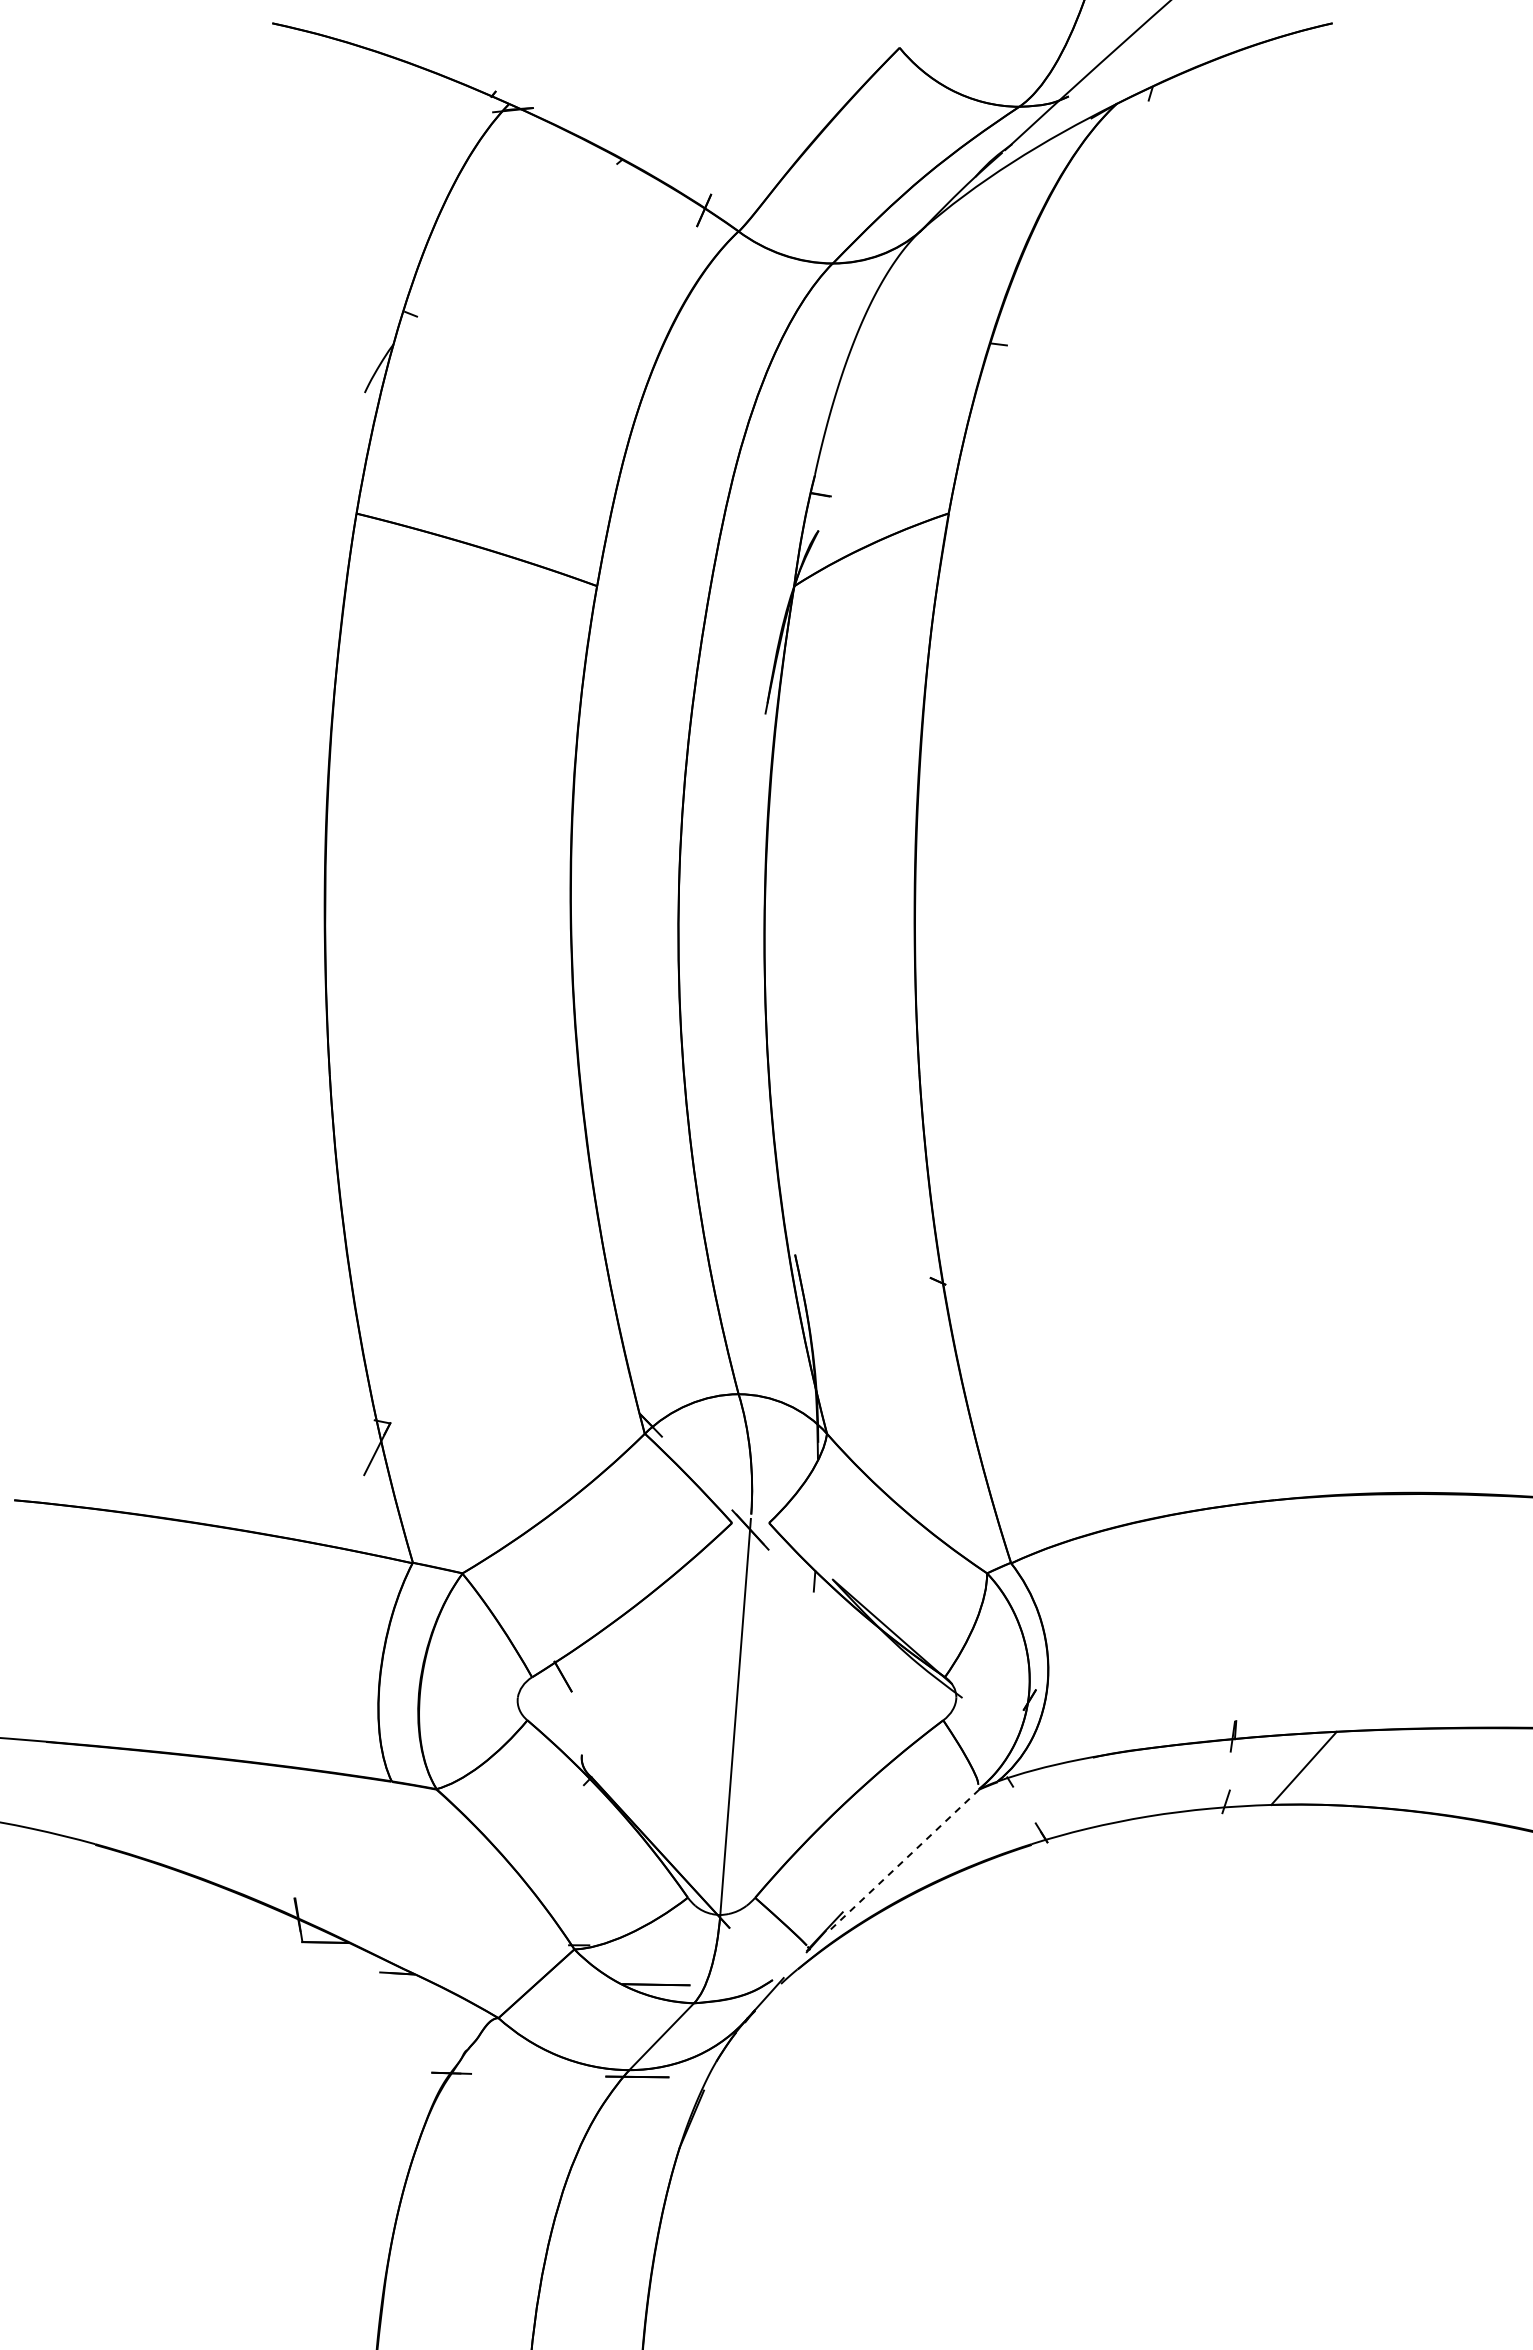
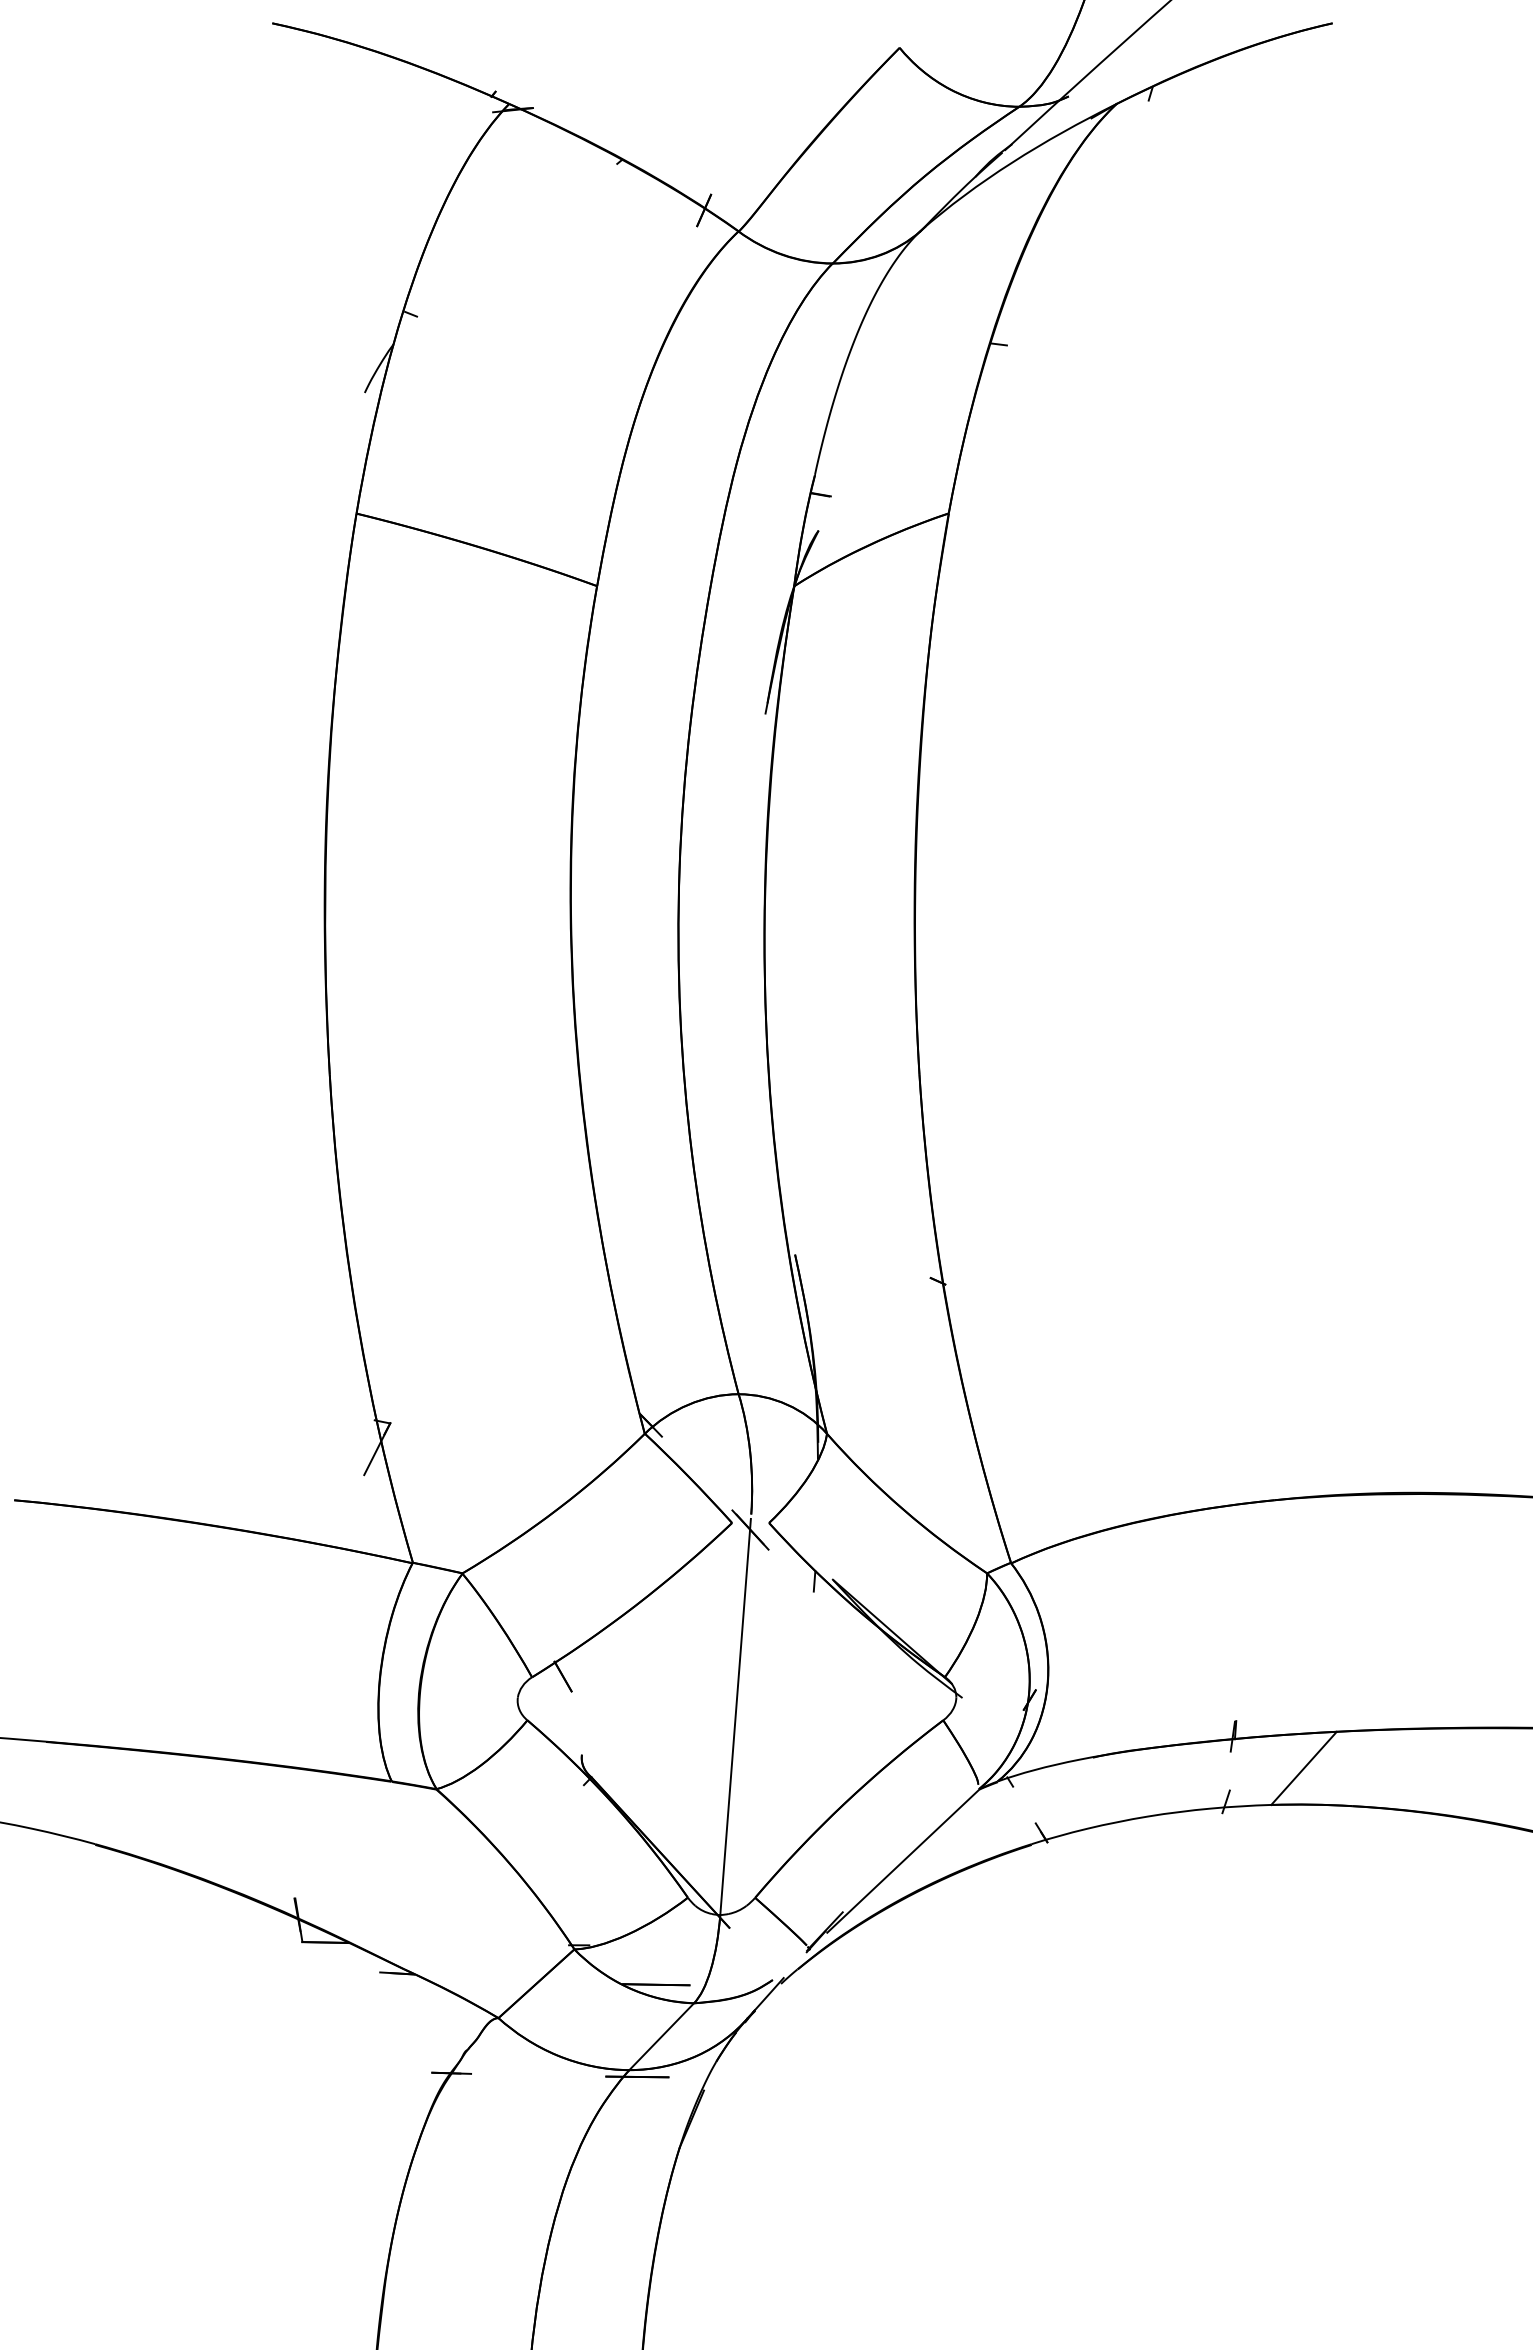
line at (902, 1861): dashed -> solid
